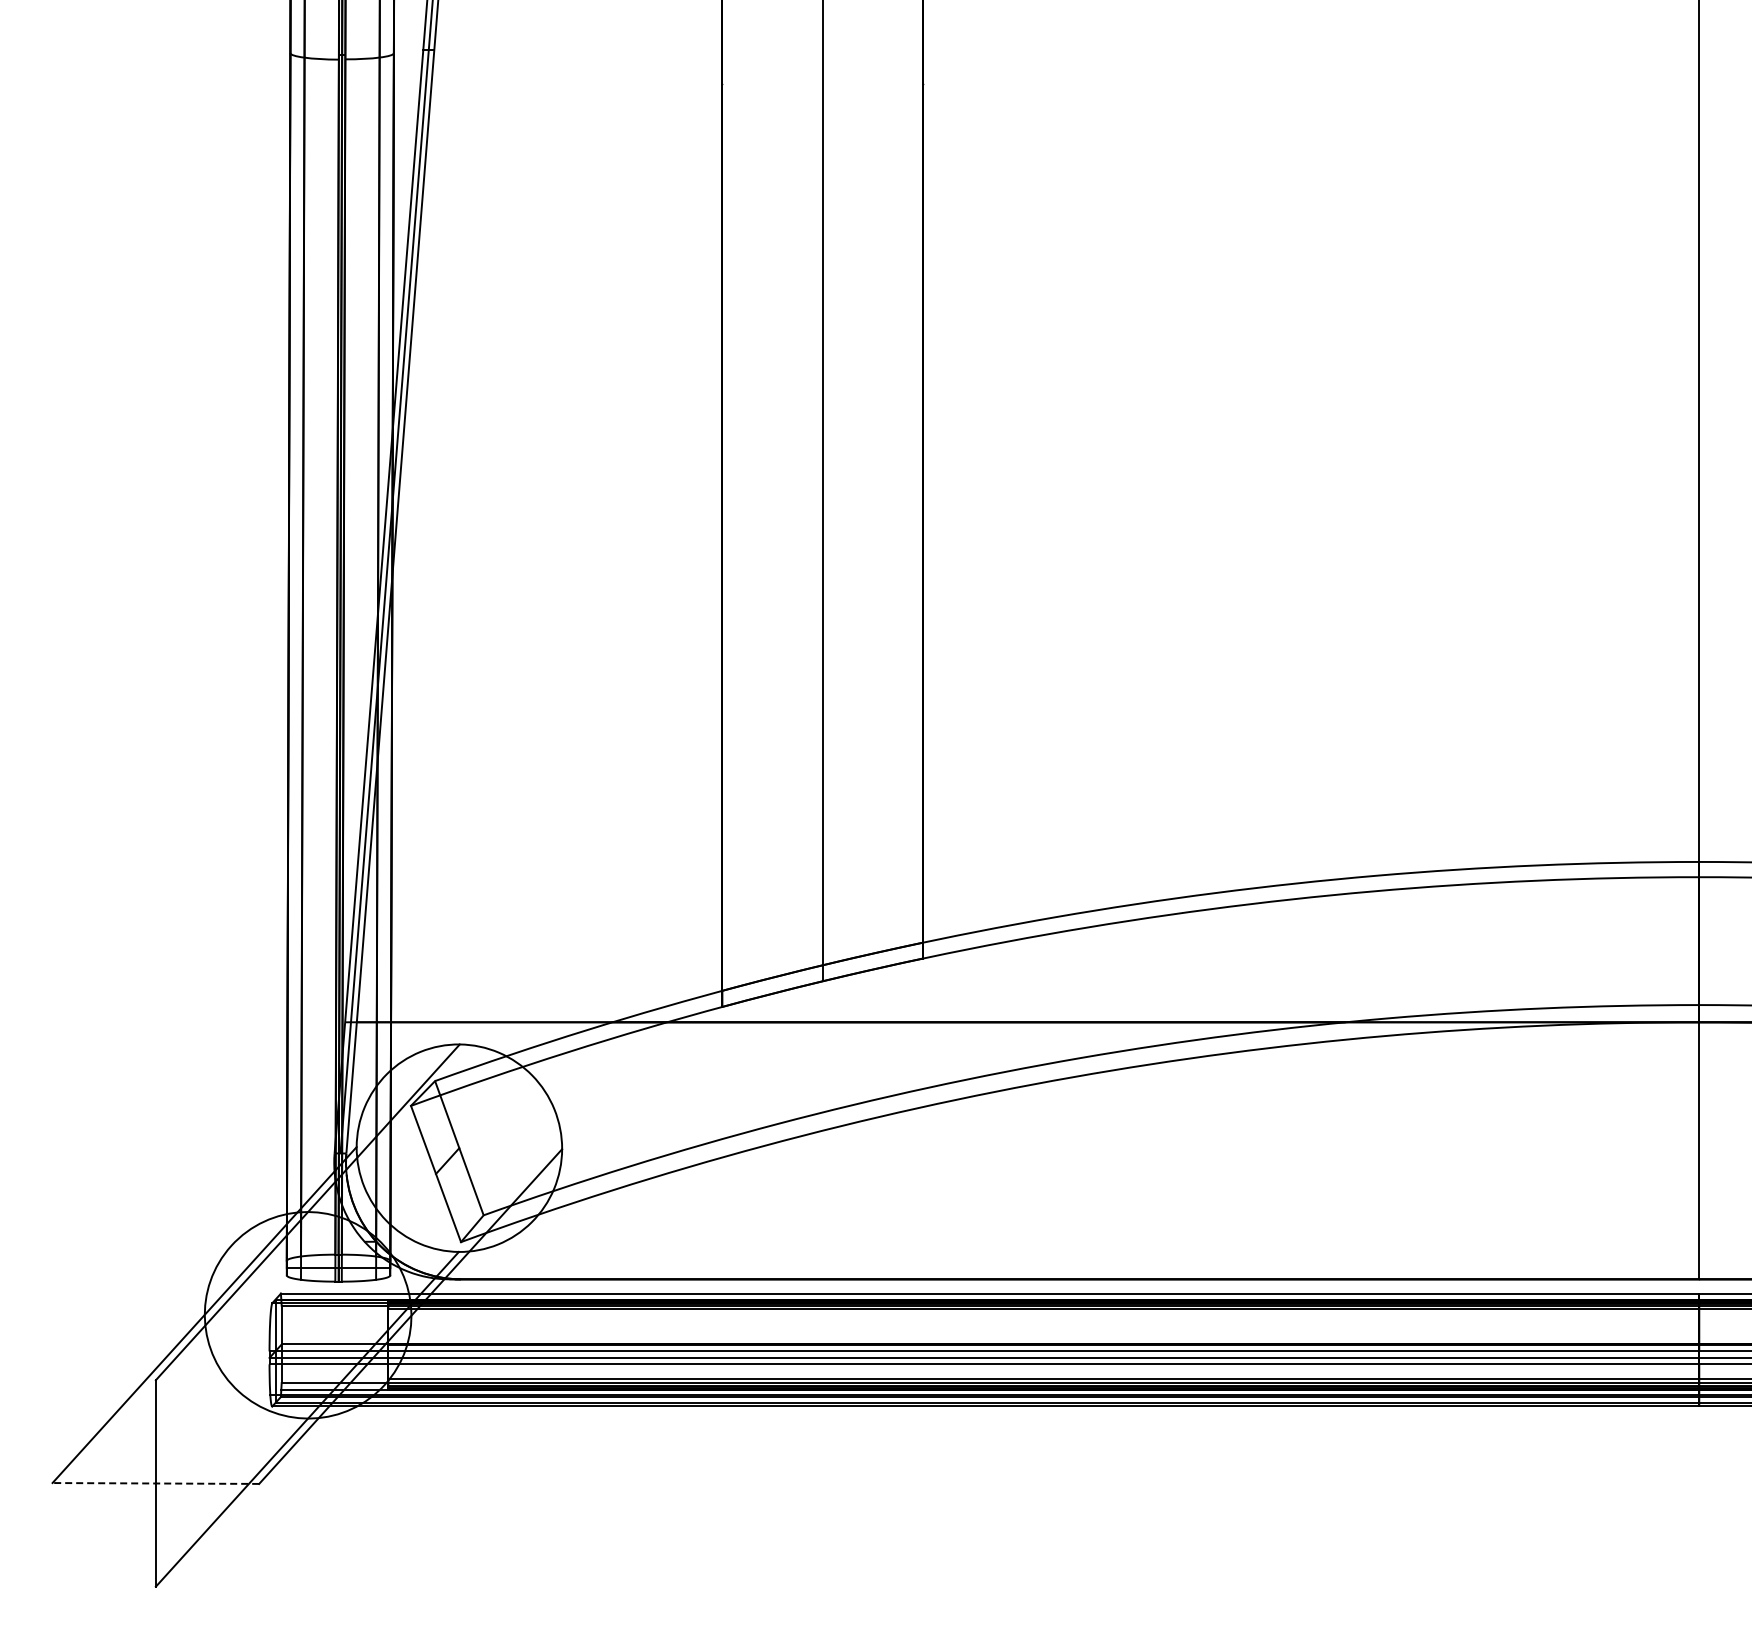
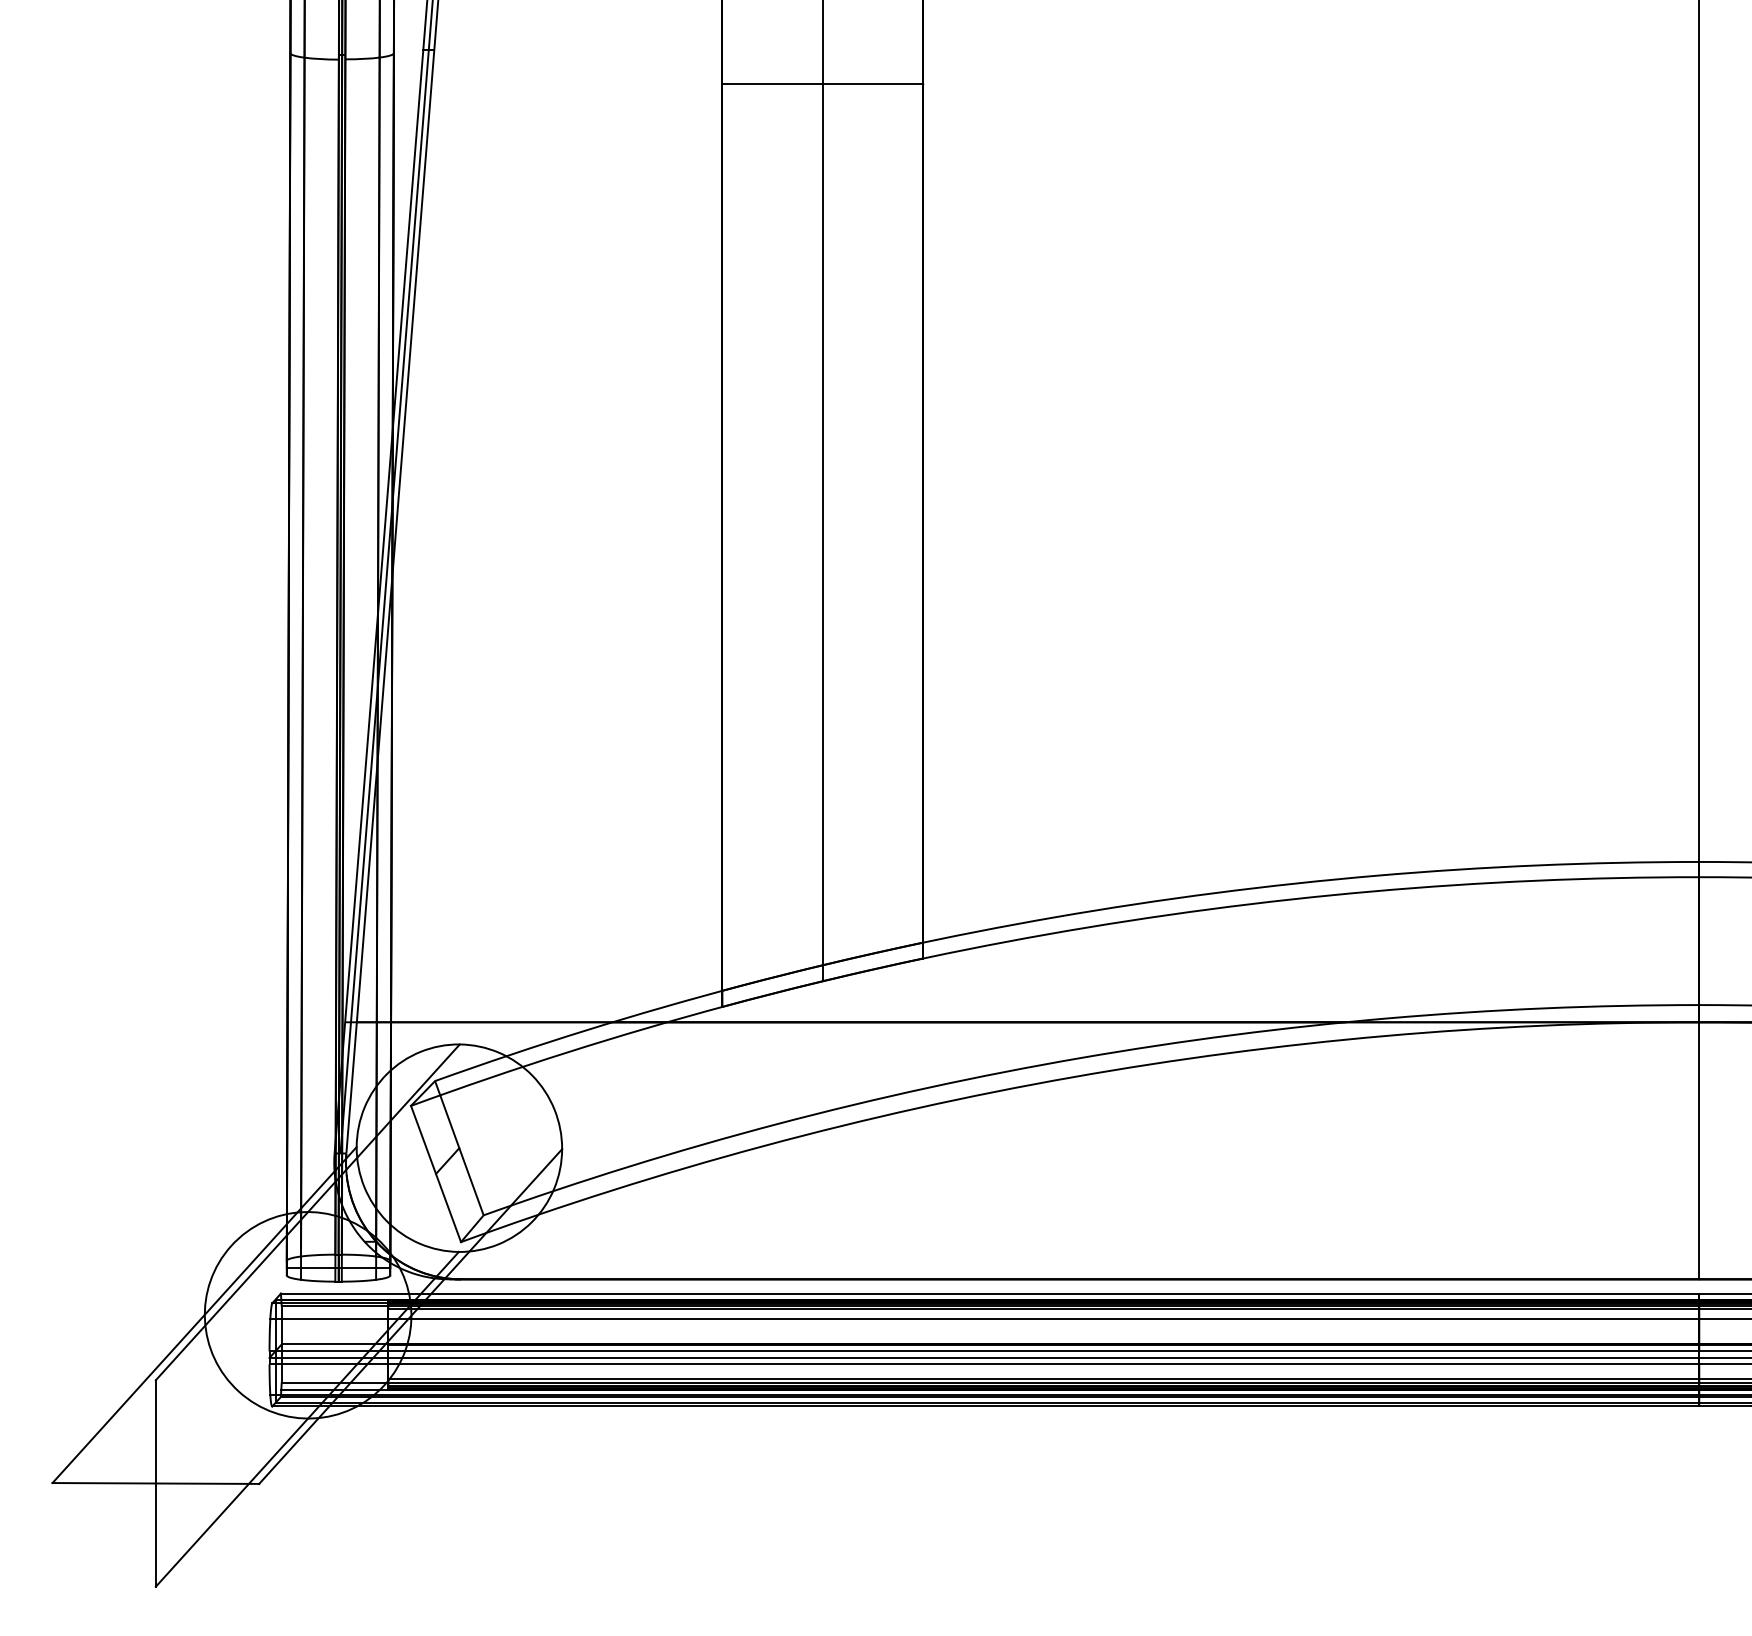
line at (822, 83): none -> present
line at (1009, 1318): none -> present
line at (155, 1483): dashed -> solid
